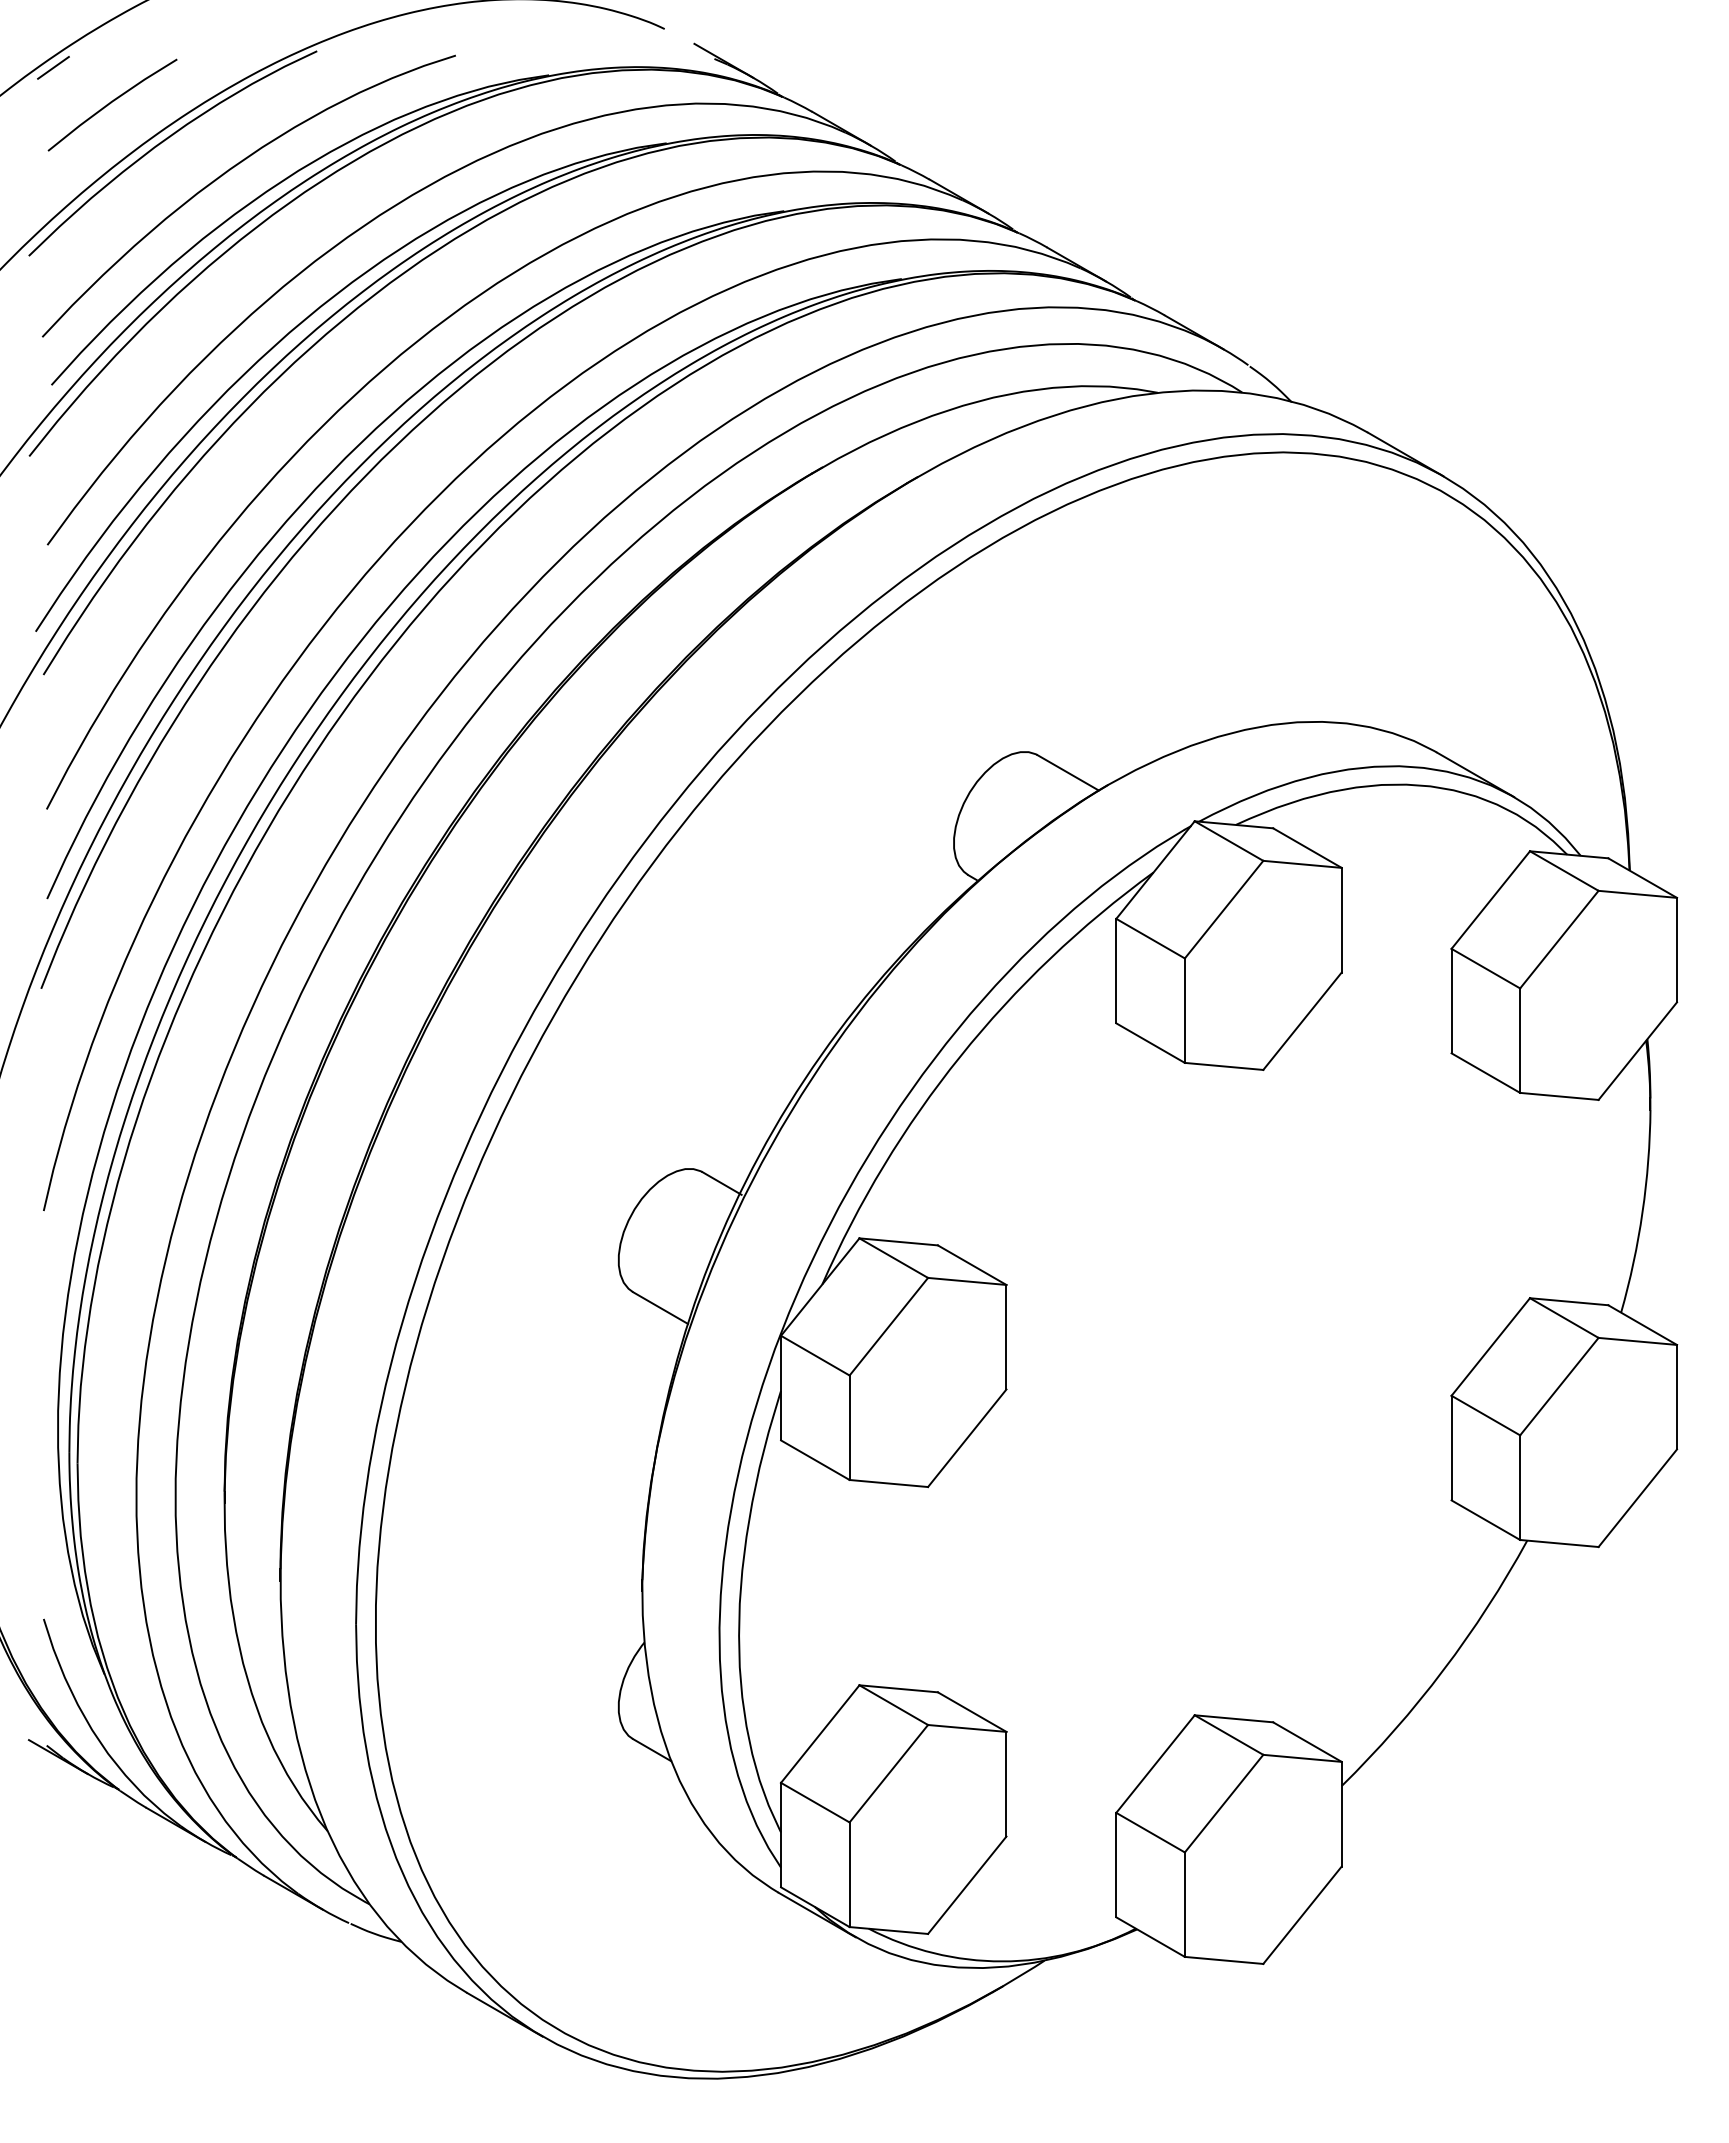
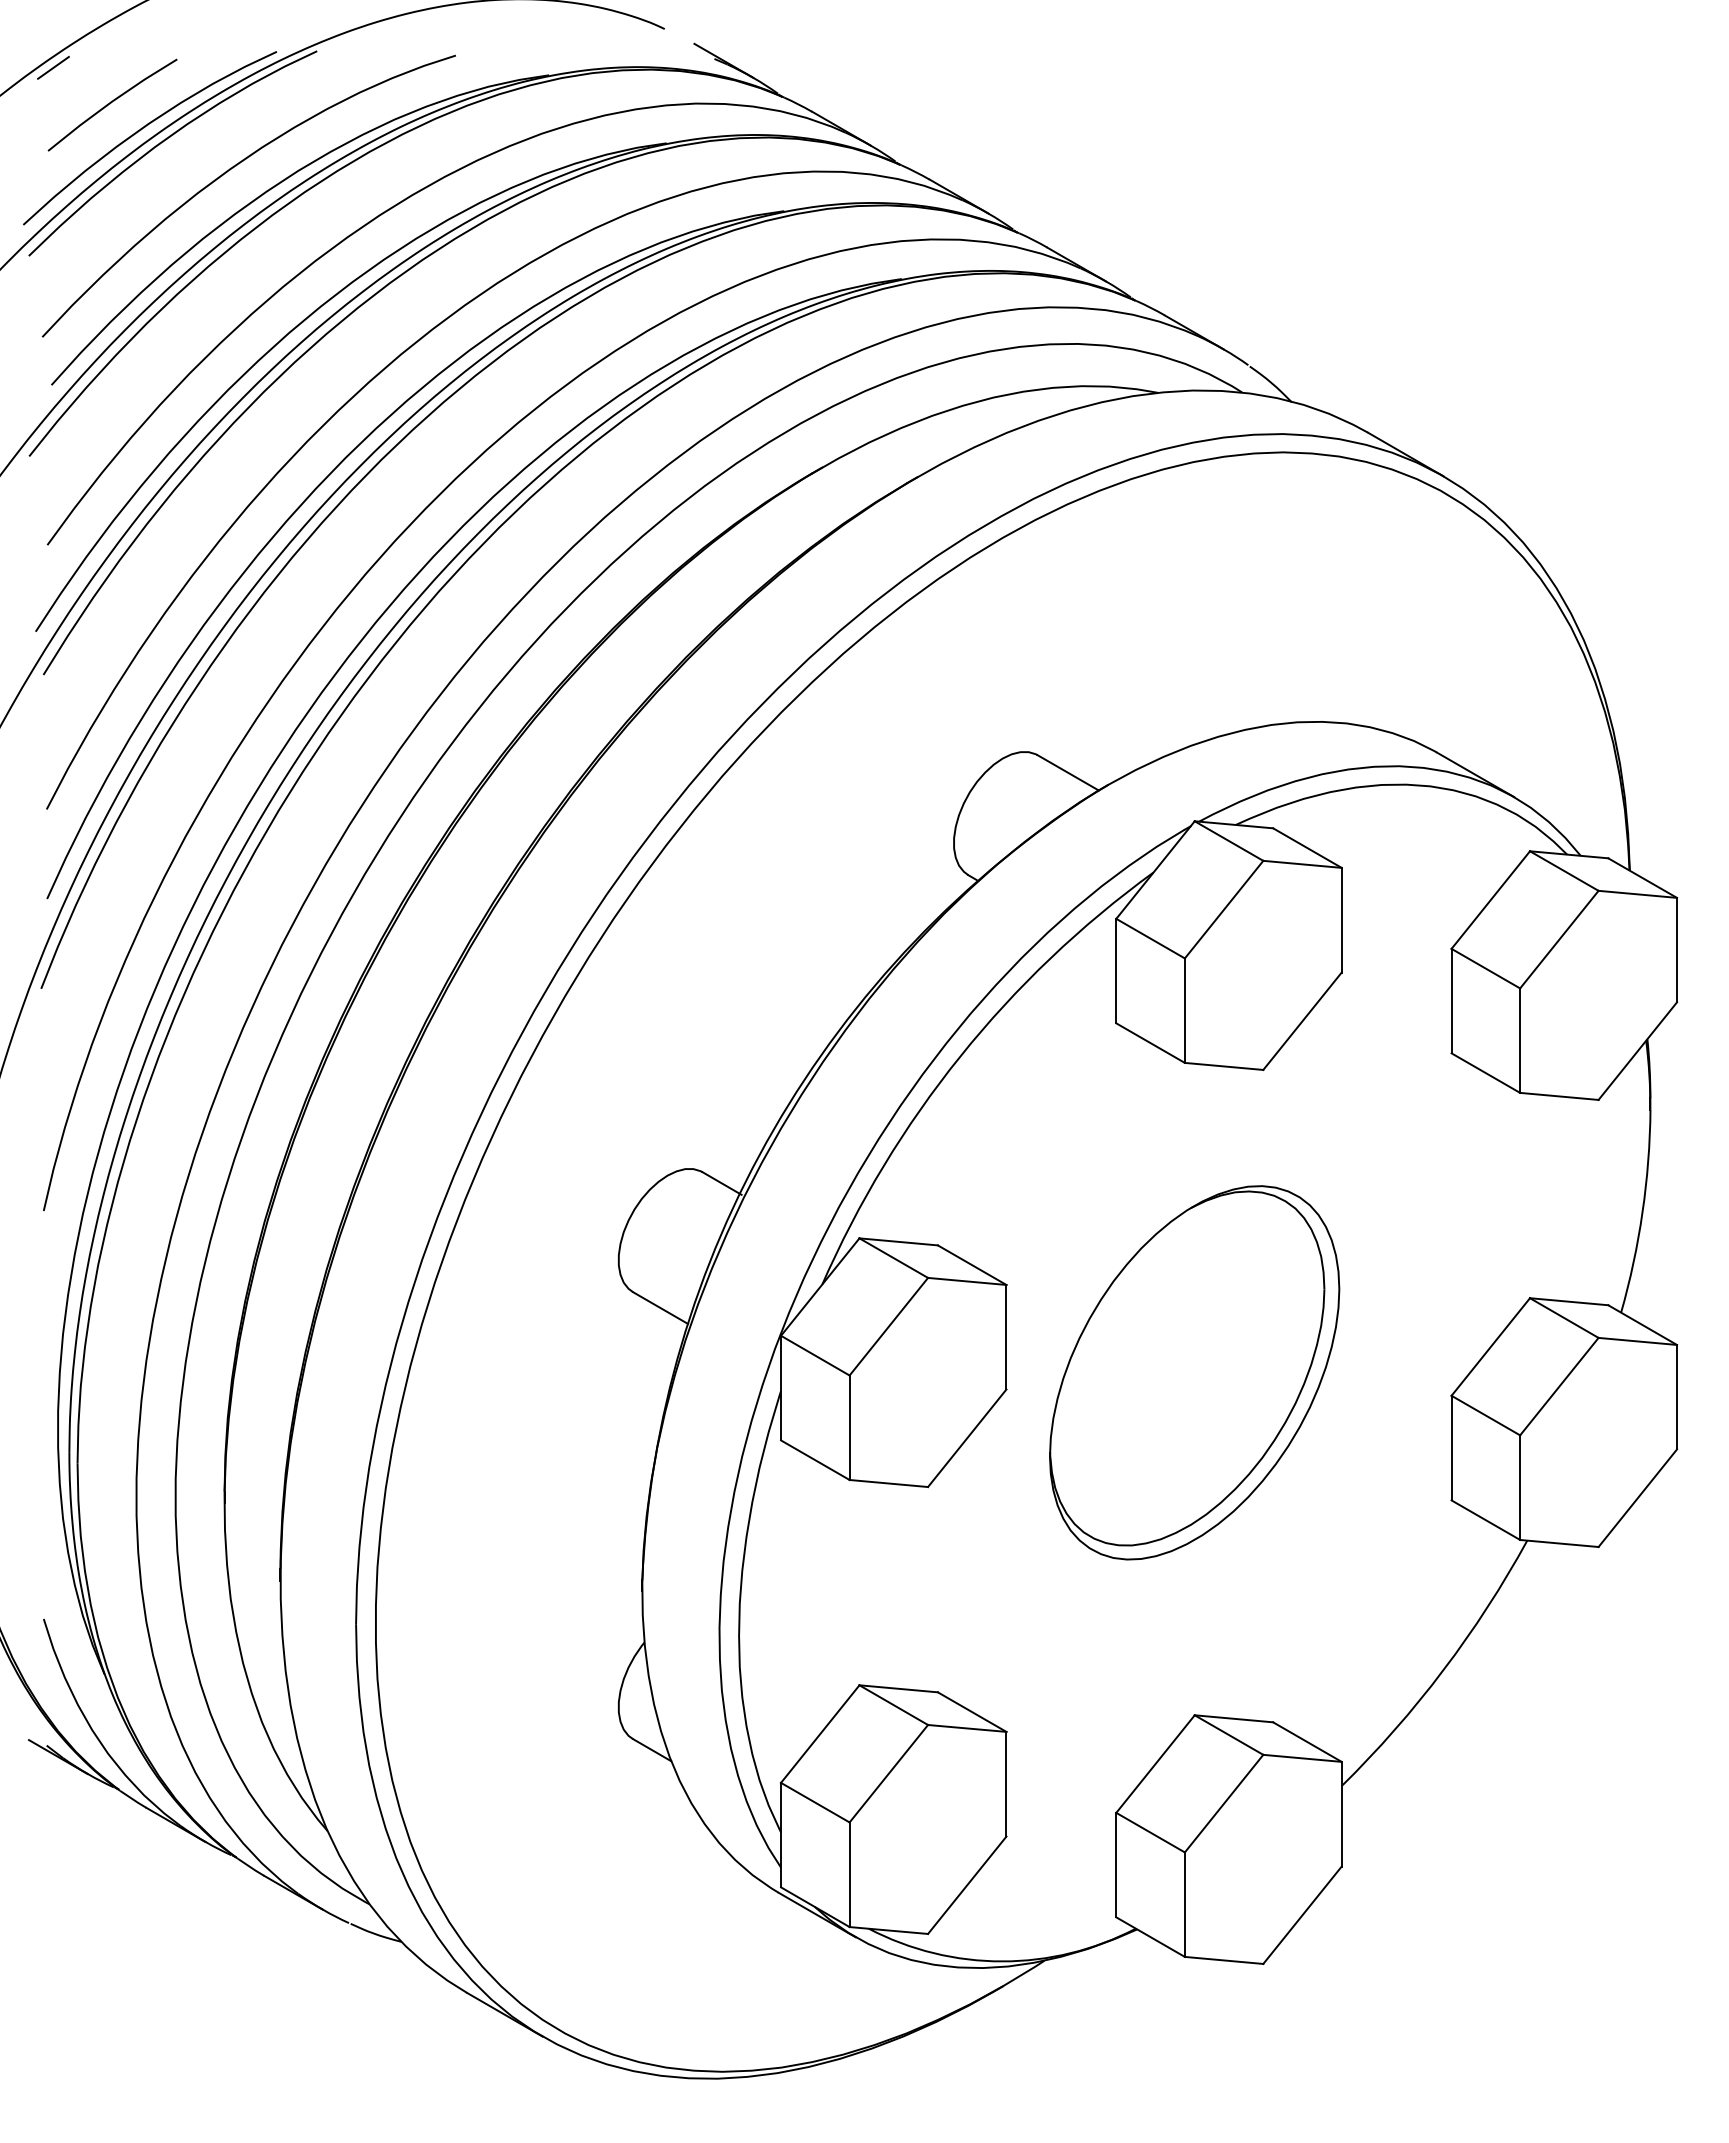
curve at (144, 128): none -> present
part at (1194, 1372): none -> present
